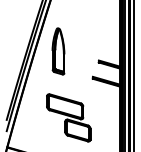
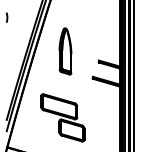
curve at (6, 17): none -> present
part at (58, 51) position: (58, 51) -> (65, 51)
part at (68, 117) position: (68, 117) -> (62, 117)
